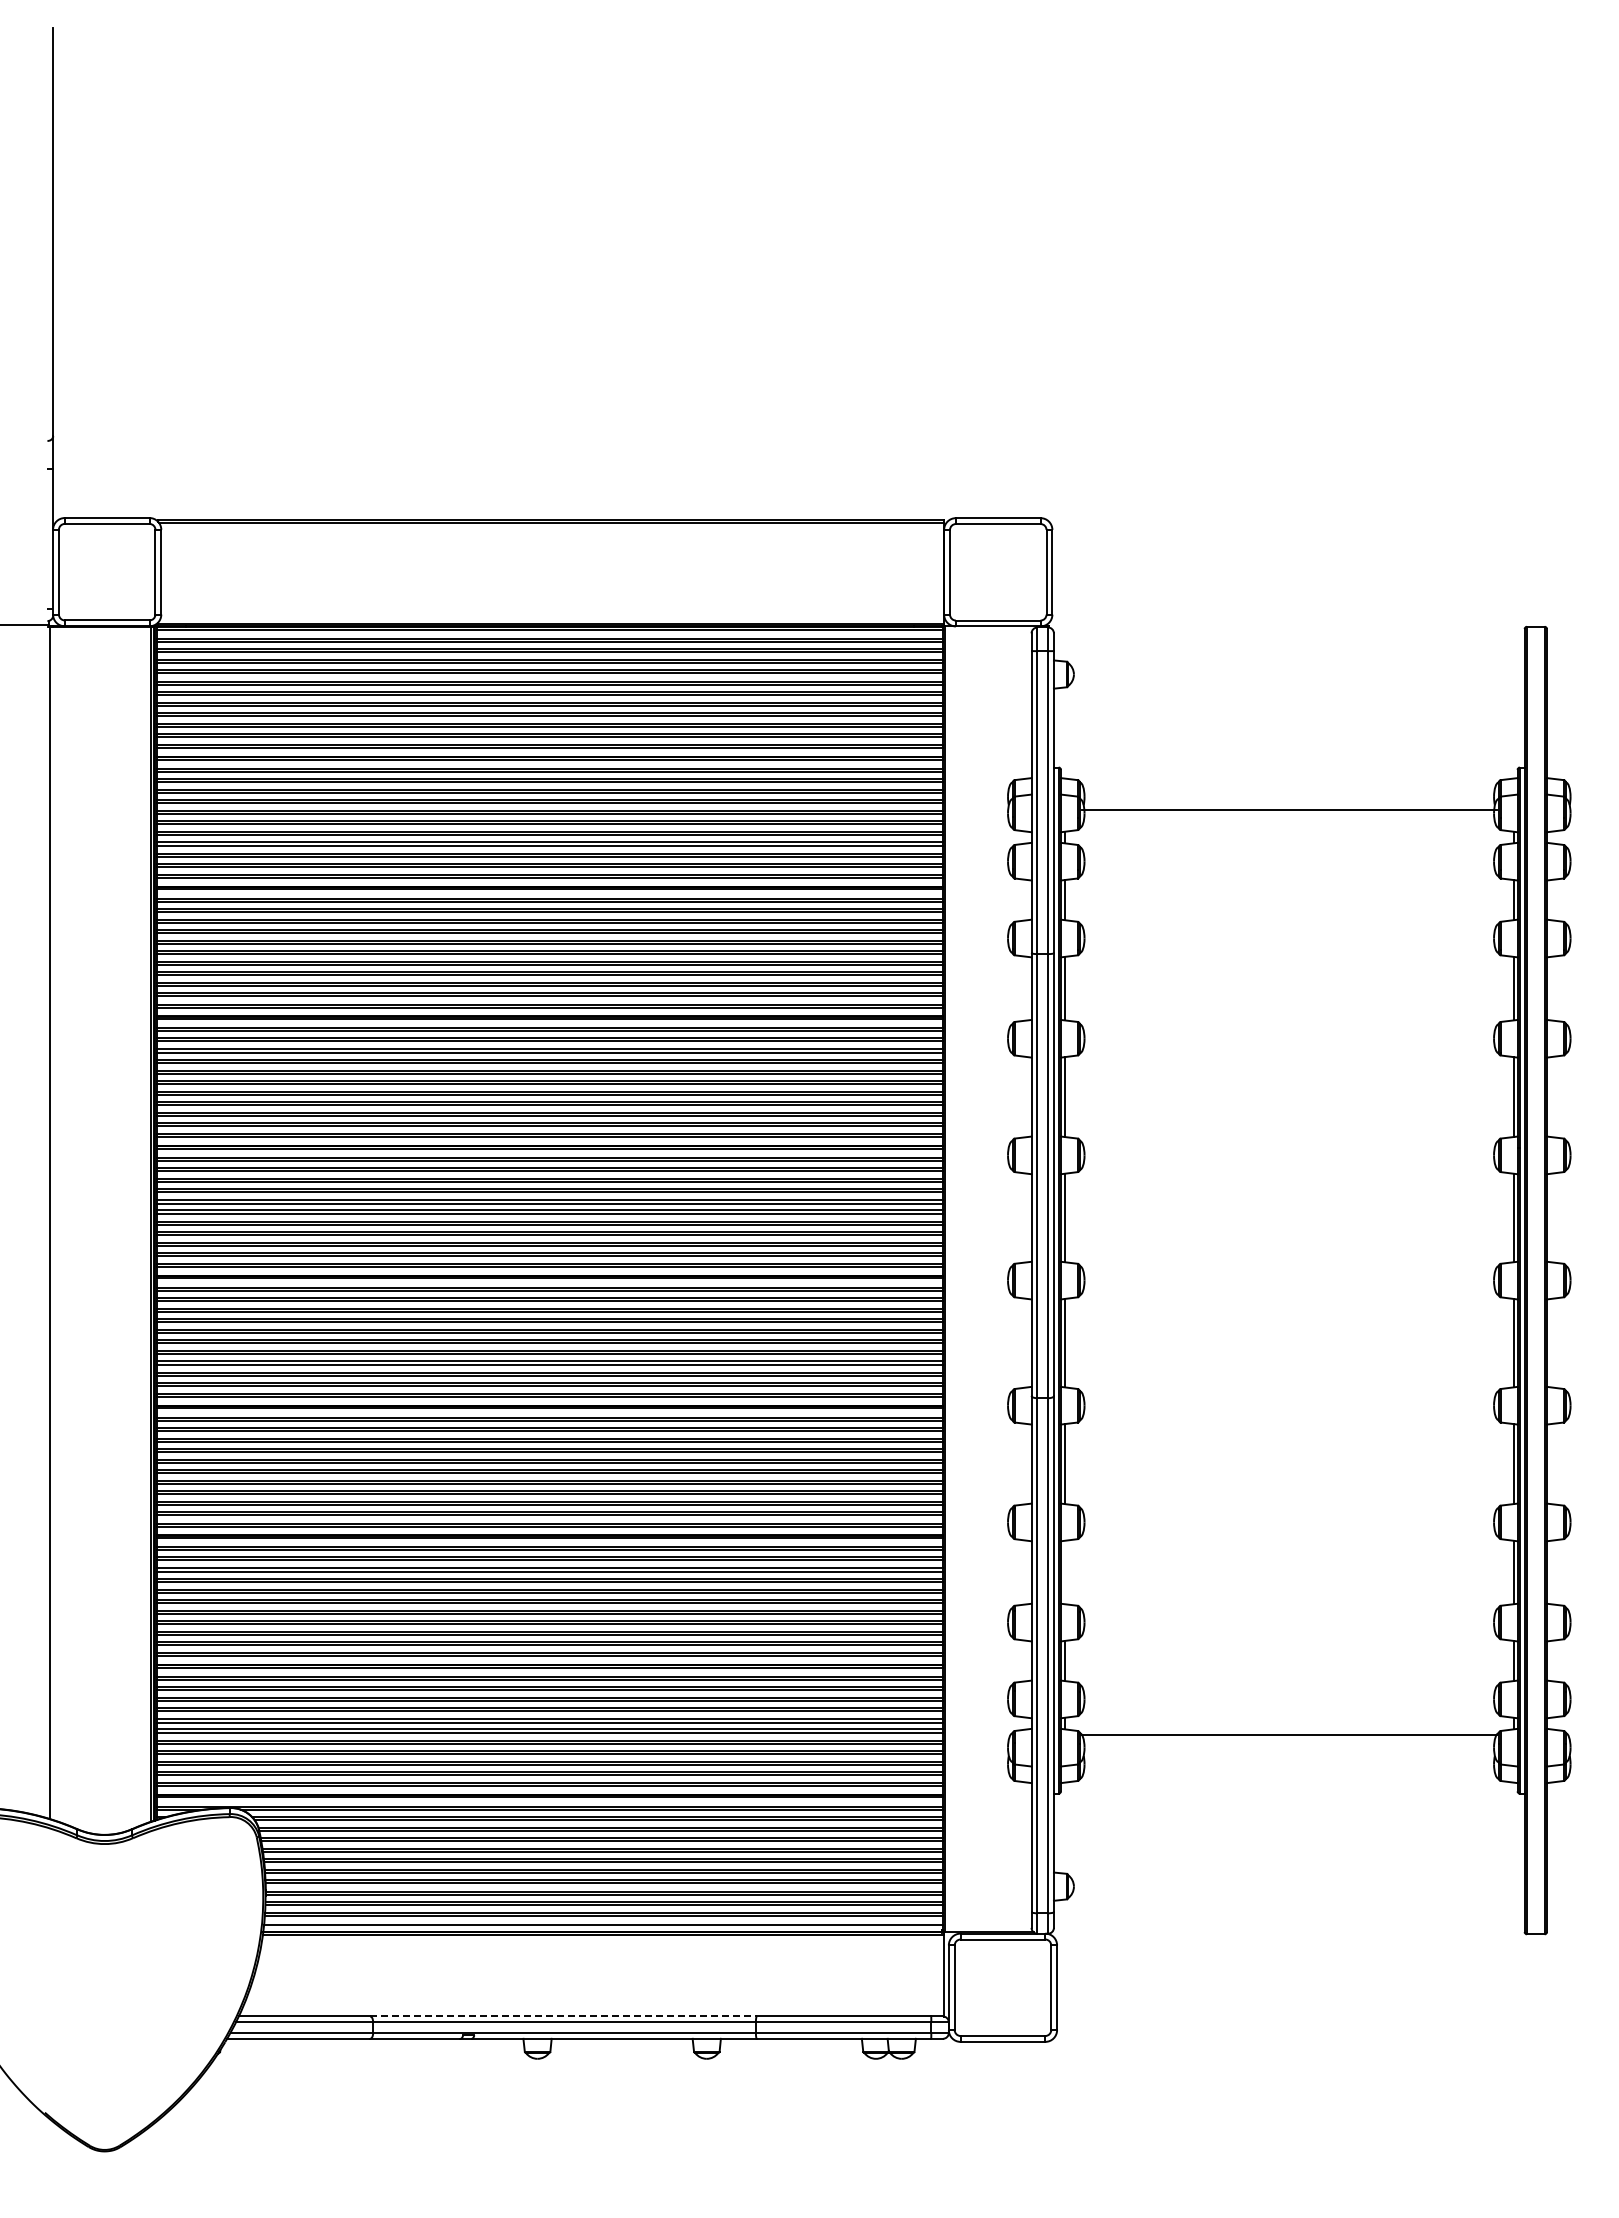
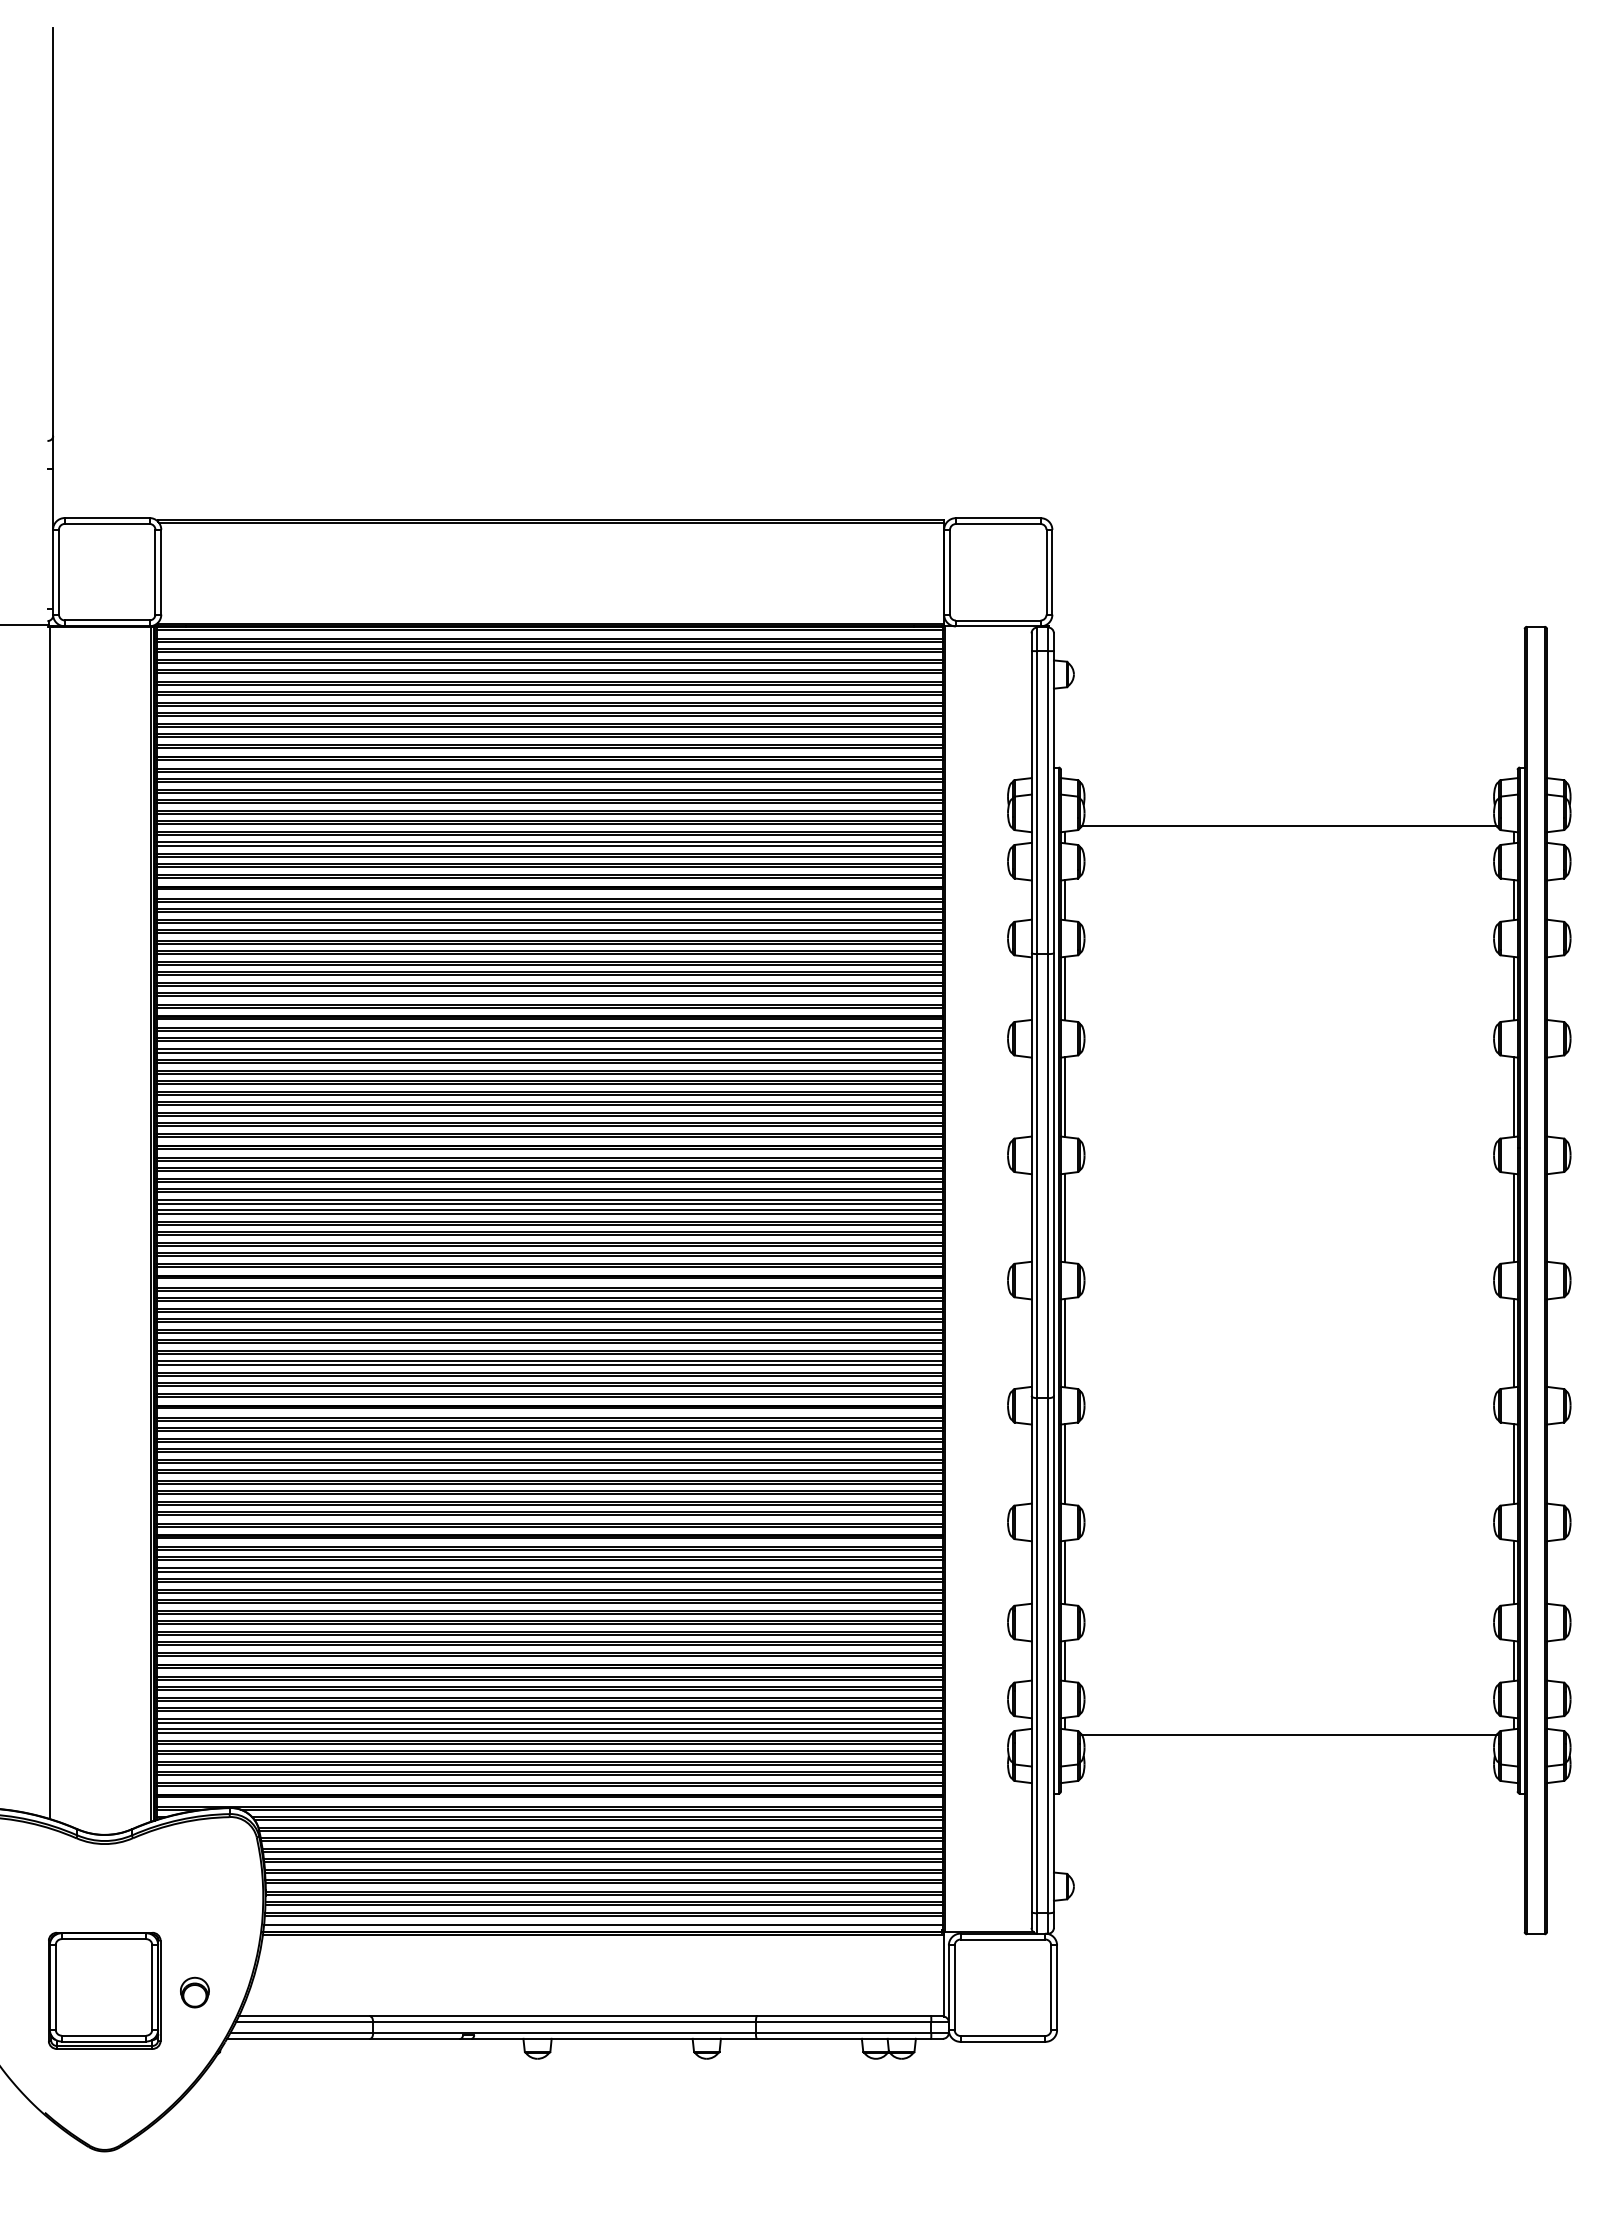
line at (1288, 810) position: (1288, 810) -> (1288, 826)
line at (1064, 1572): none -> present
part at (104, 1990): none -> present
part at (194, 1992): none -> present
line at (563, 2016): dashed -> solid
